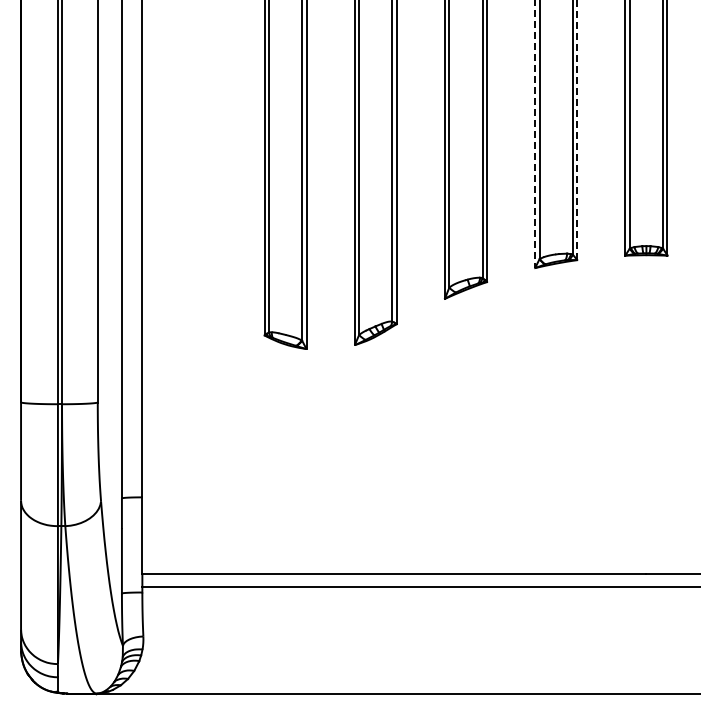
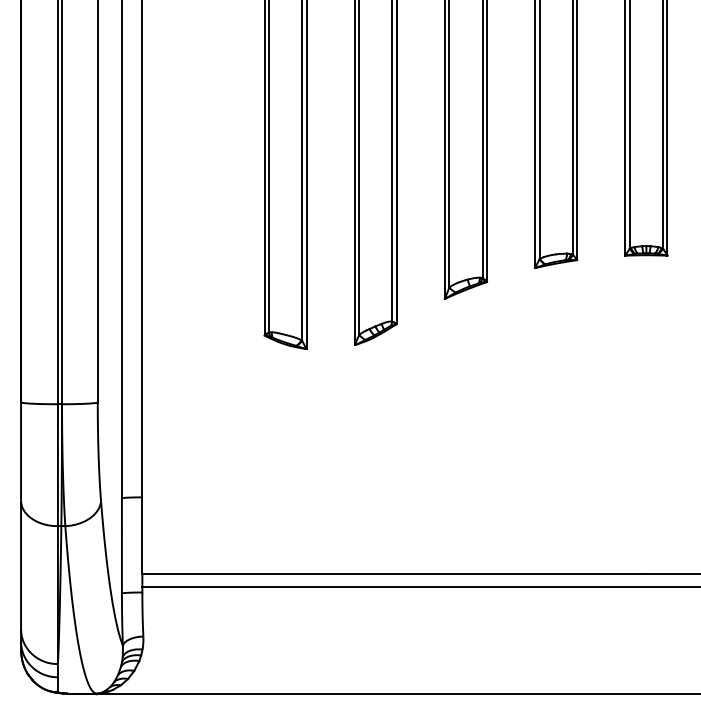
line at (577, 130): dashed -> solid
line at (535, 134): dashed -> solid
